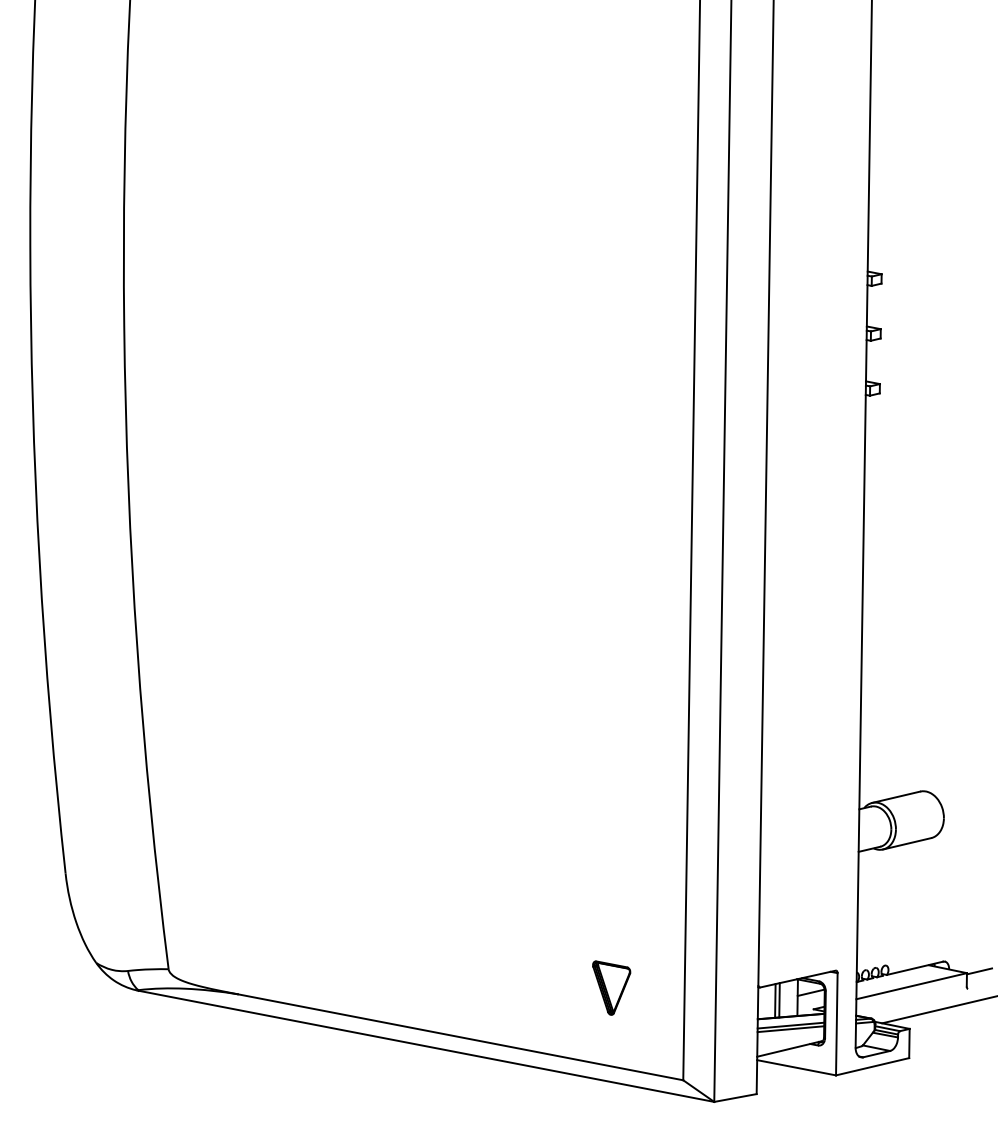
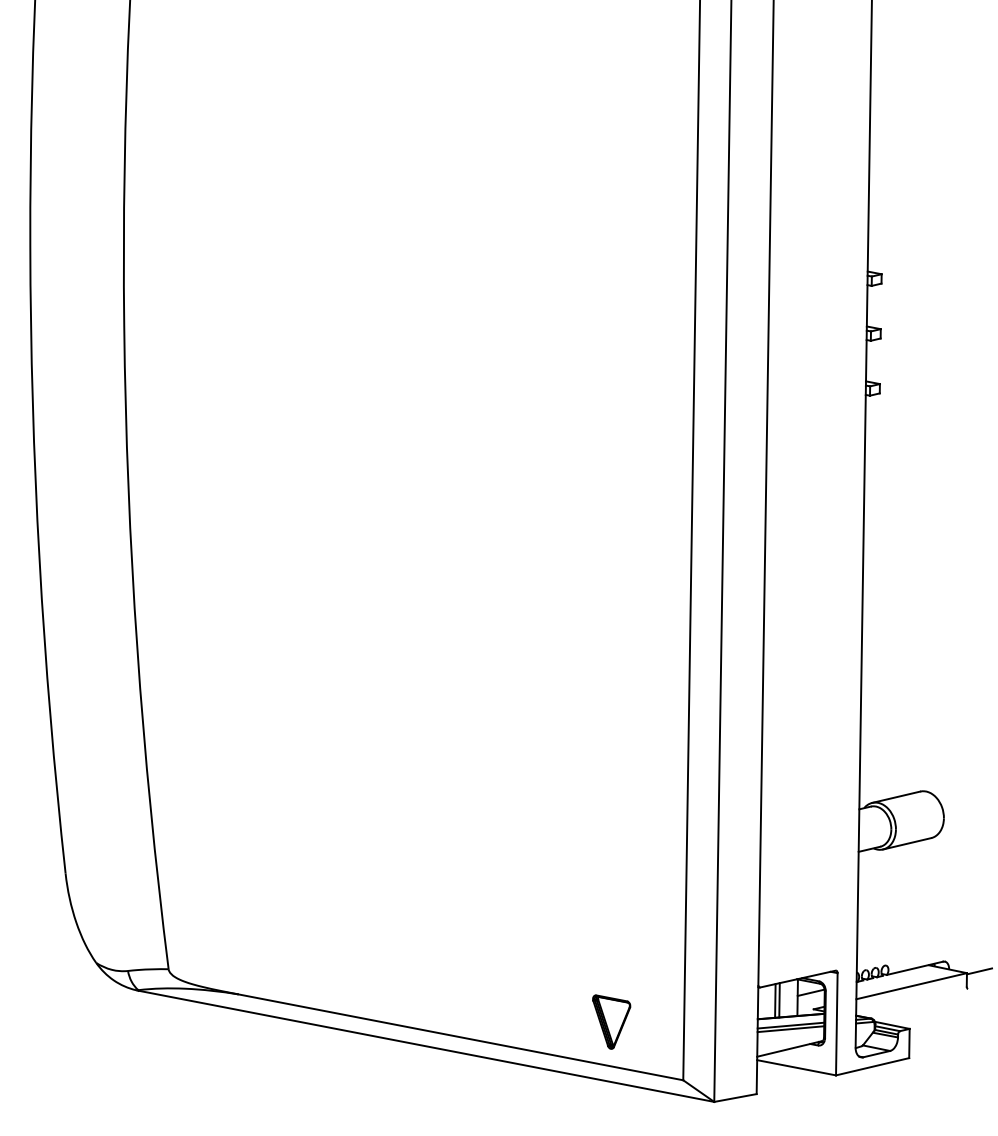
part at (611, 987) position: (611, 987) -> (611, 1021)
line at (938, 1009): present -> none
